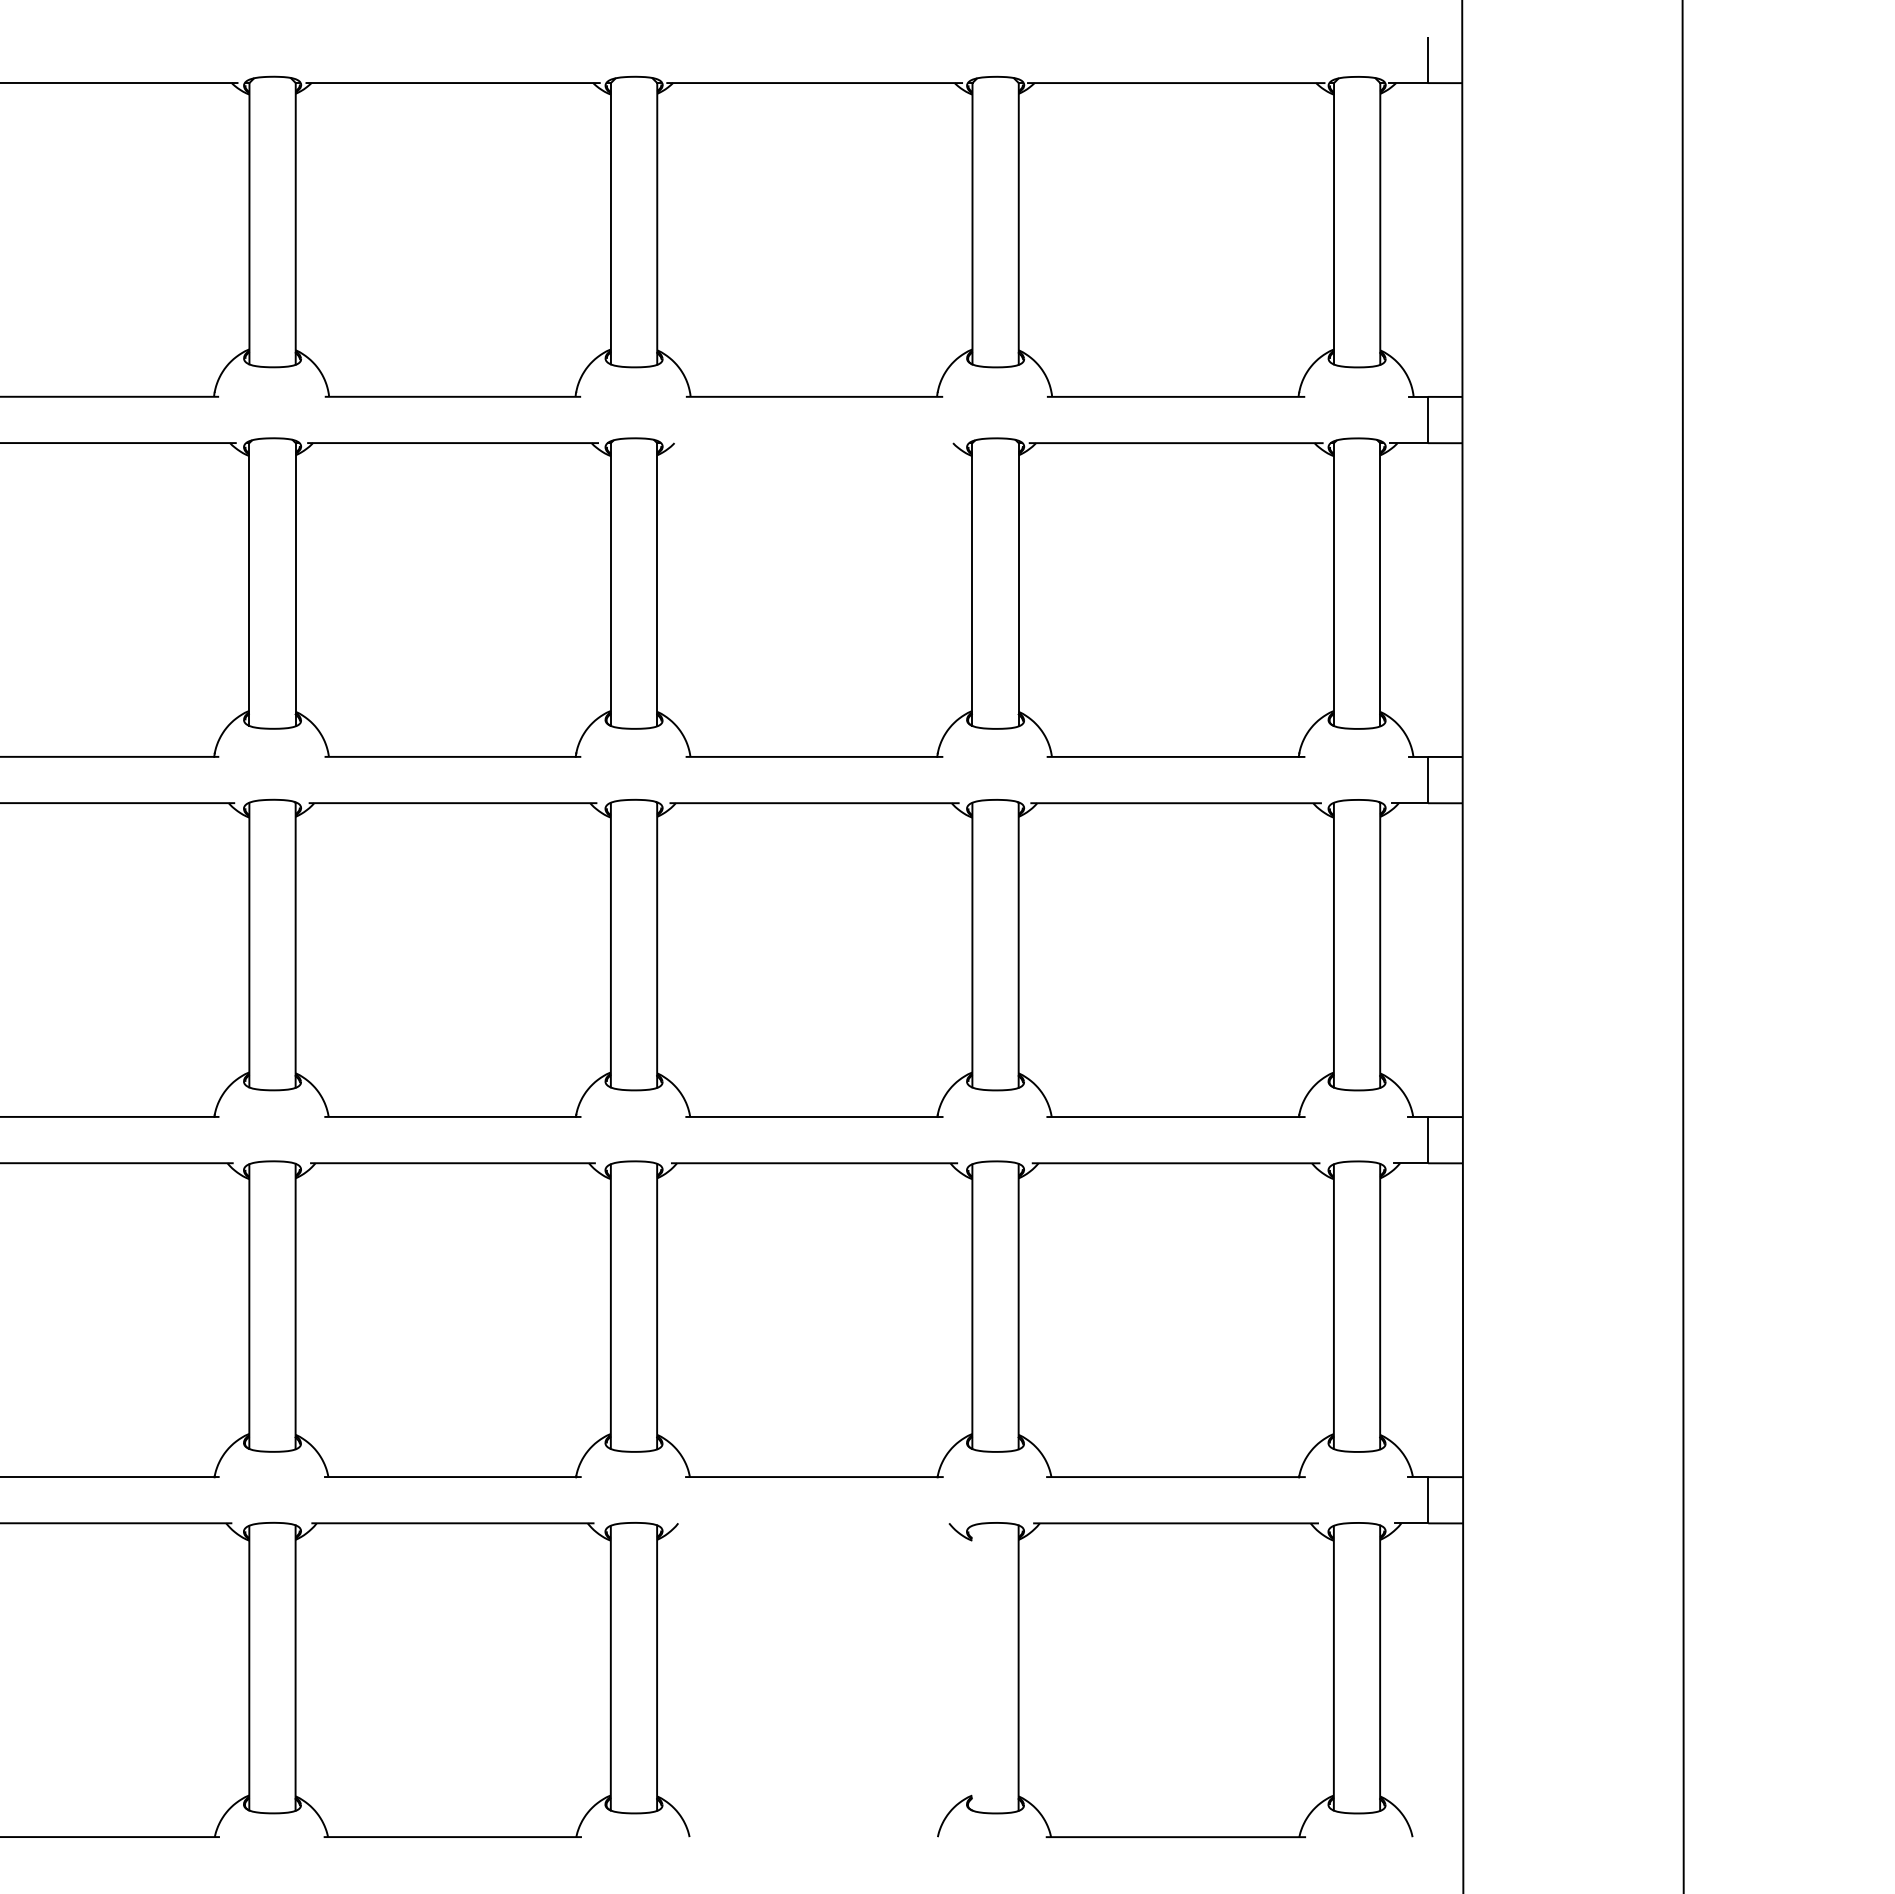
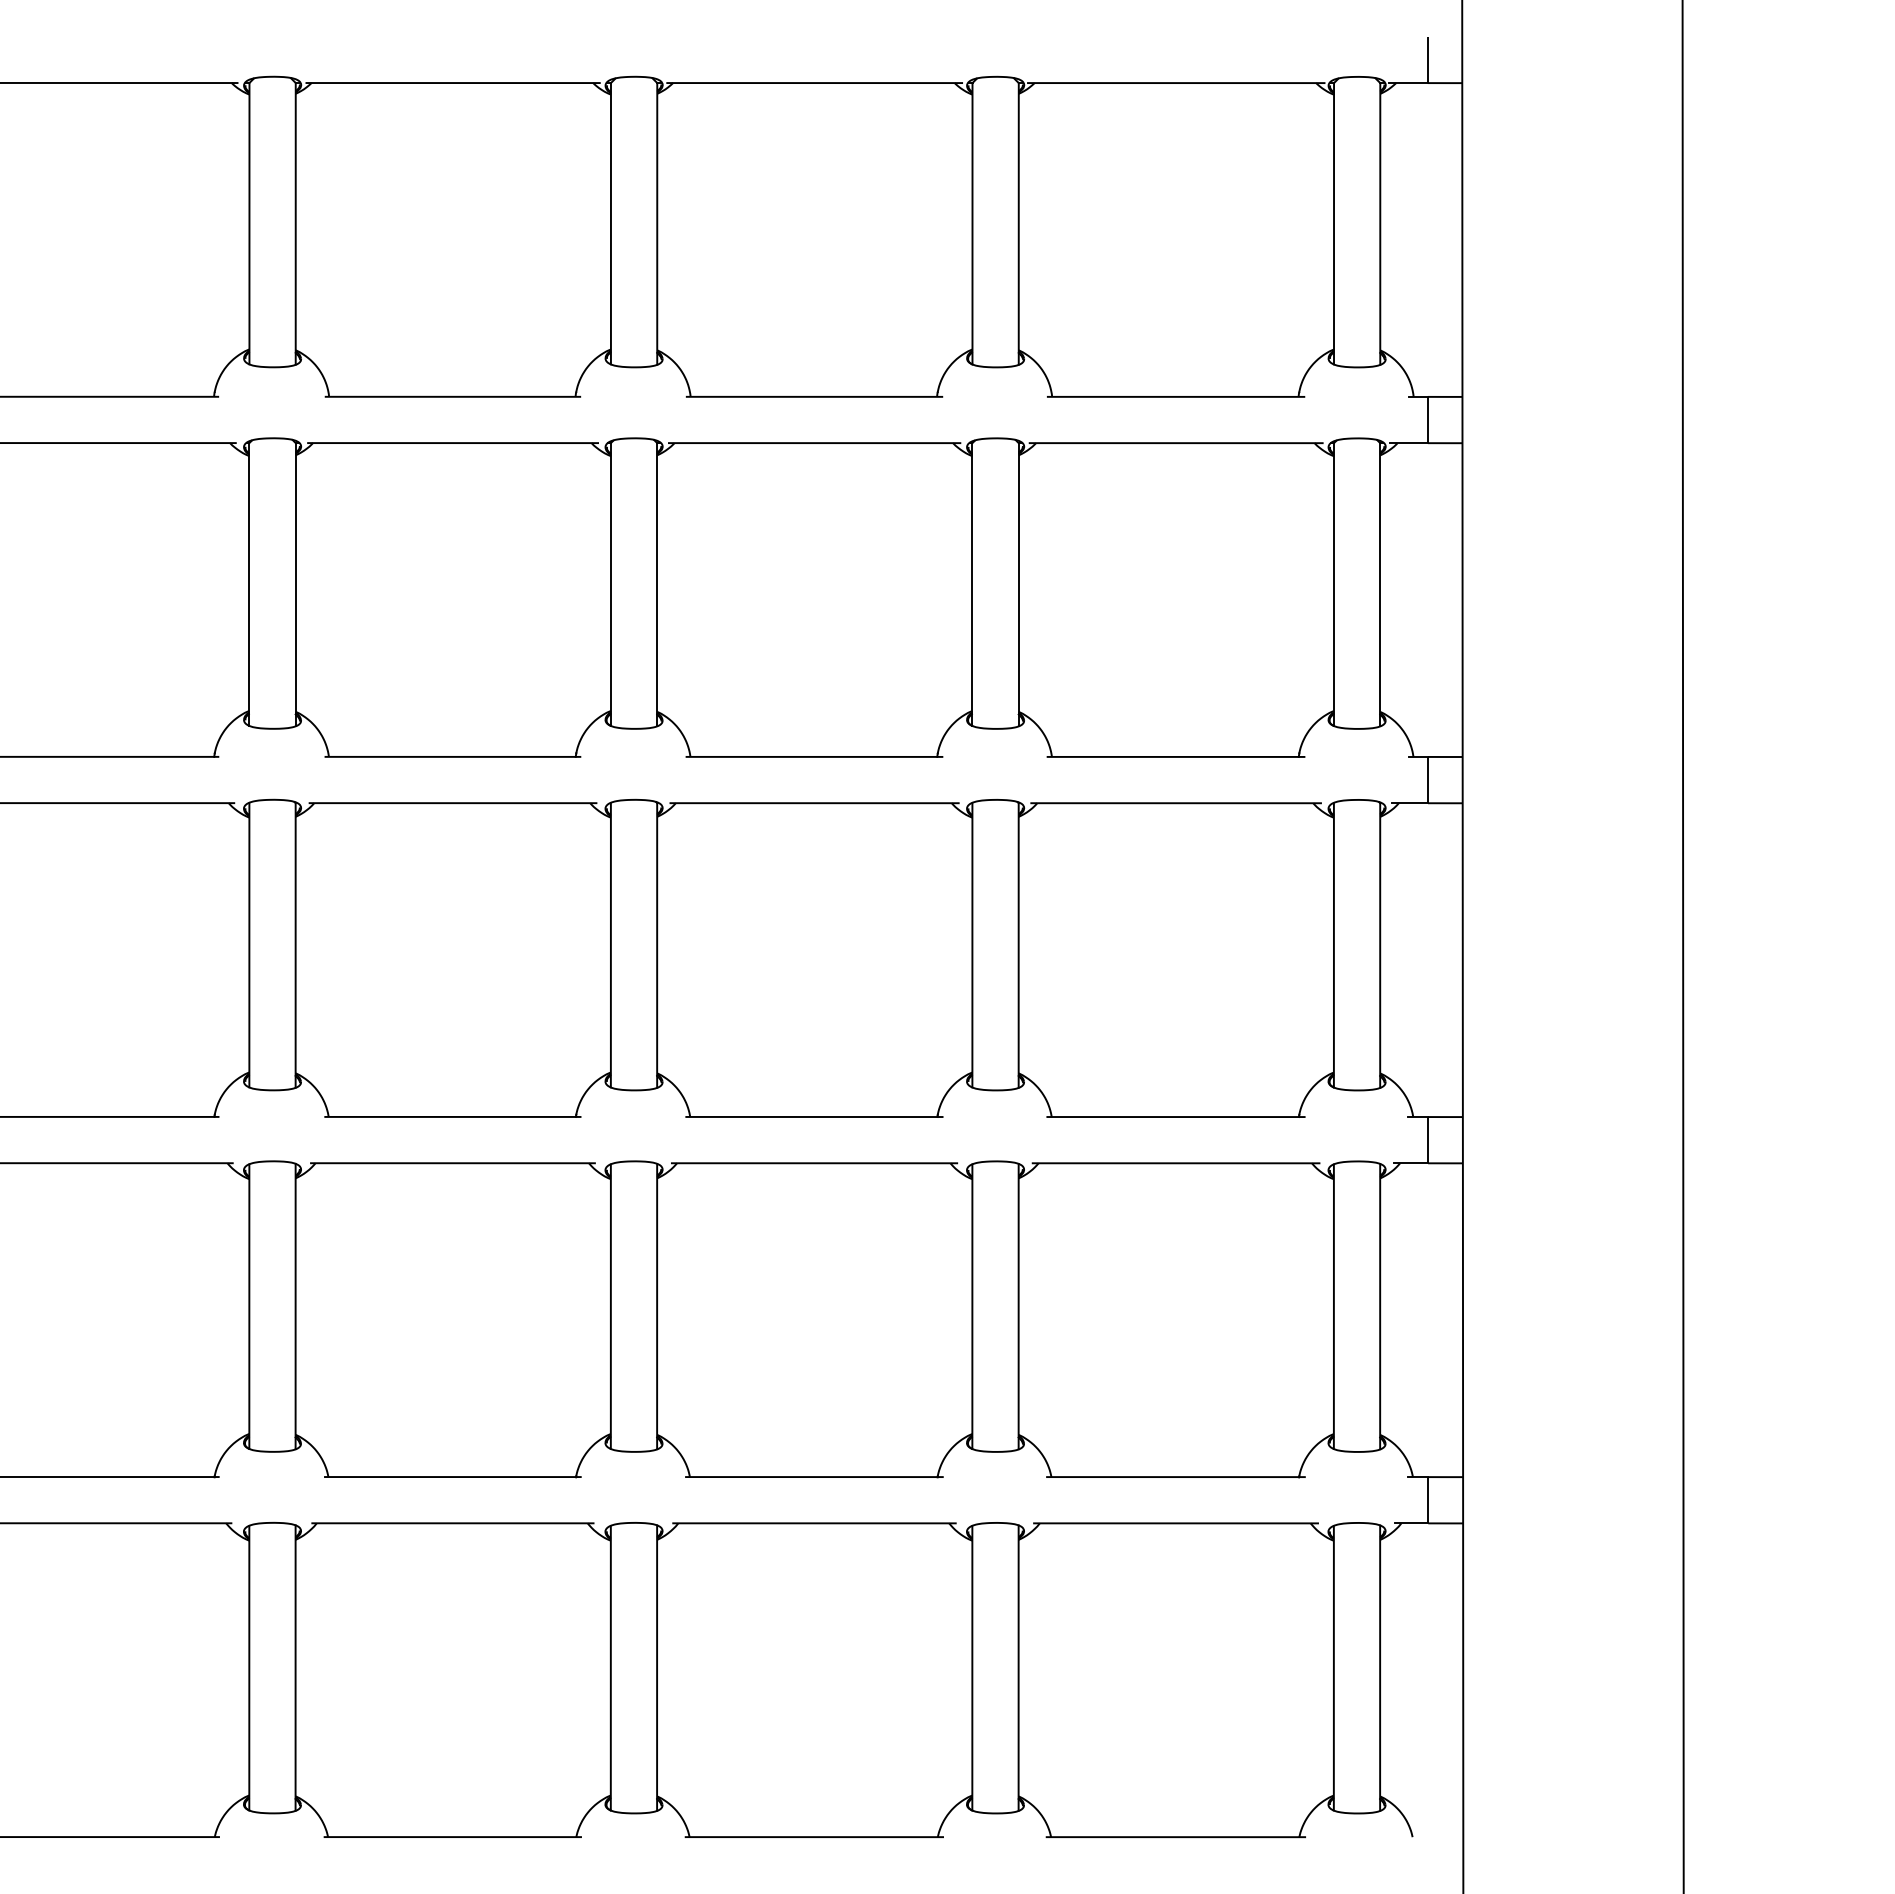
line at (814, 443): none -> present
line at (814, 1523): none -> present
line at (972, 1668): none -> present
line at (814, 1837): none -> present
